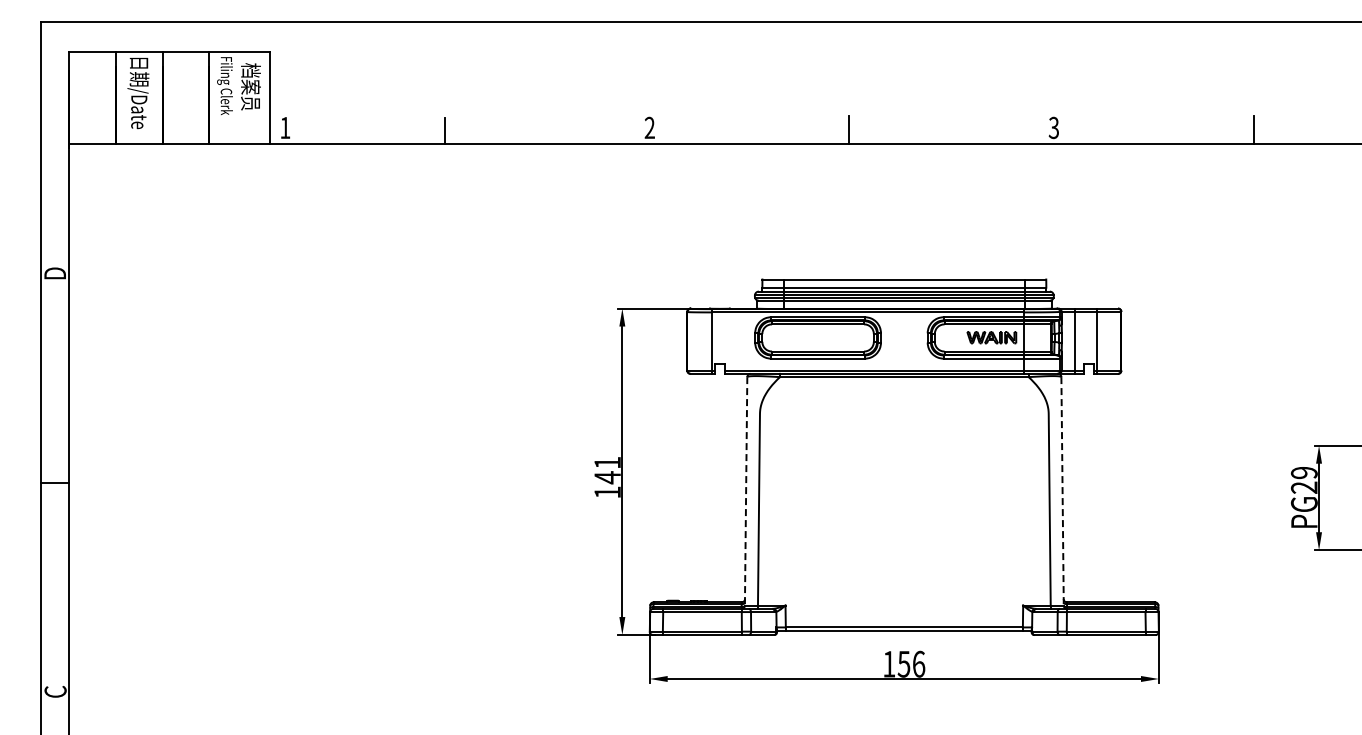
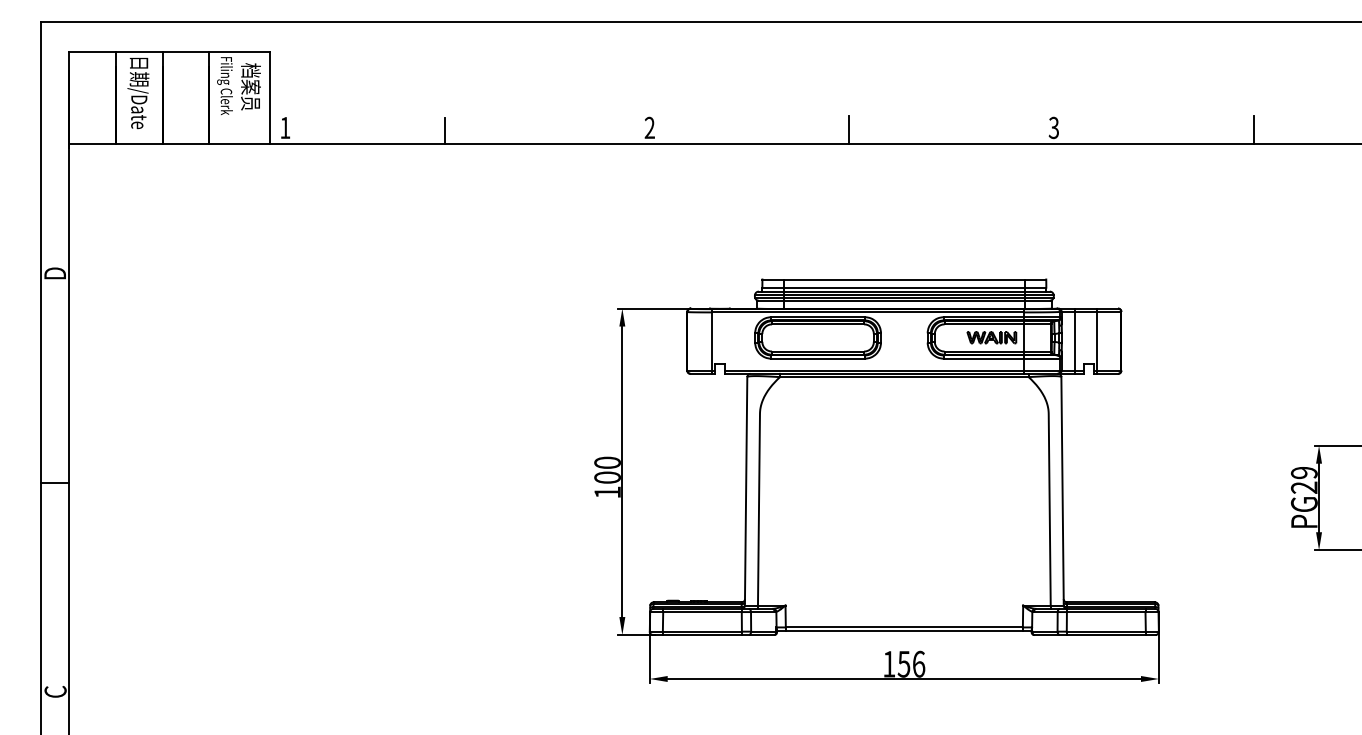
text at (607, 470): 141 -> 100
line at (746, 491): dashed -> solid
line at (1062, 491): dashed -> solid
